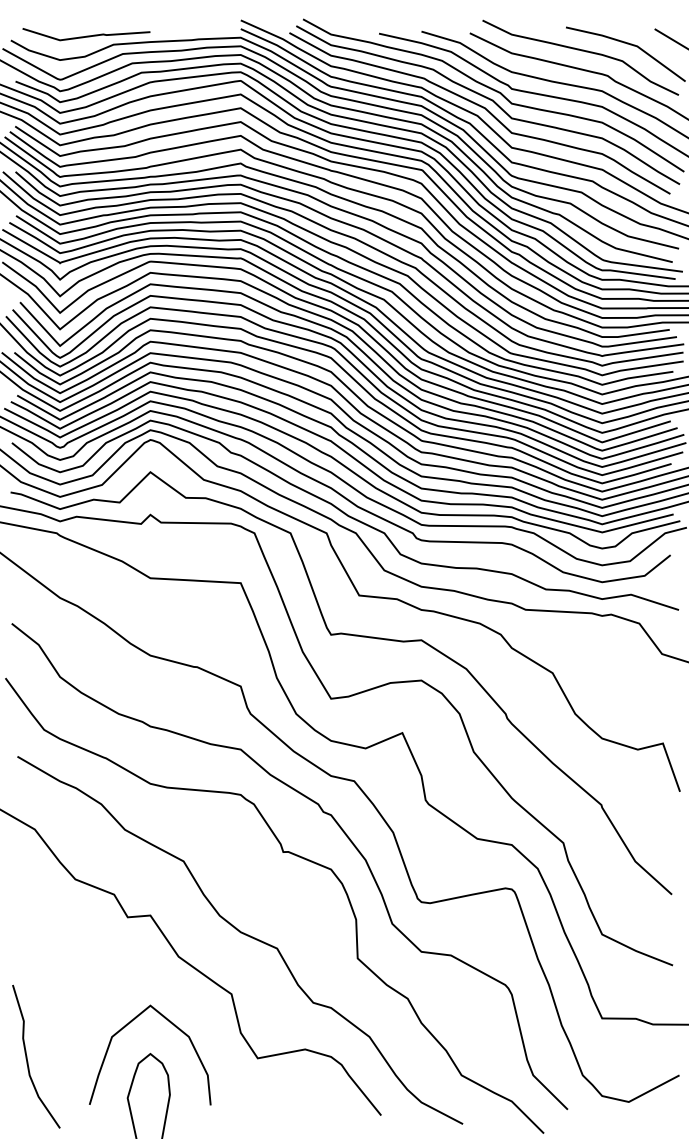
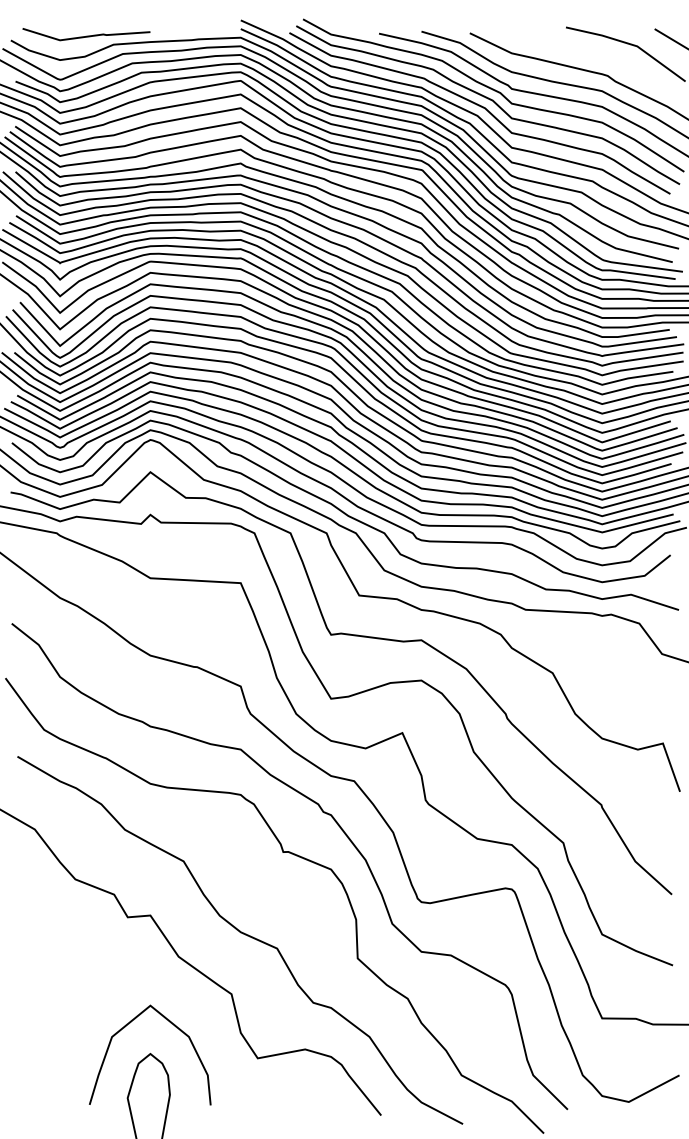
curve at (581, 51): present -> none
curve at (27, 1056): present -> none
